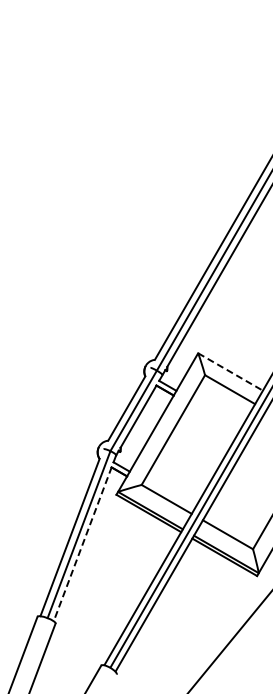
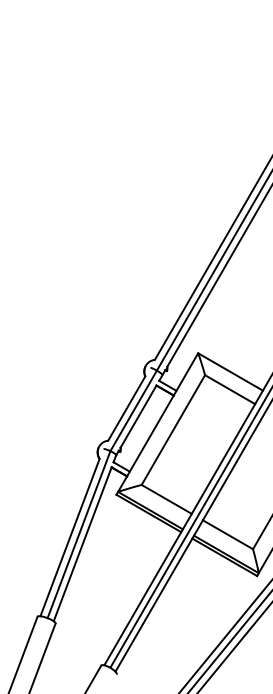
line at (230, 372): dashed -> solid
line at (82, 544): dashed -> solid
line at (225, 636): none -> present
line at (234, 647): none -> present
